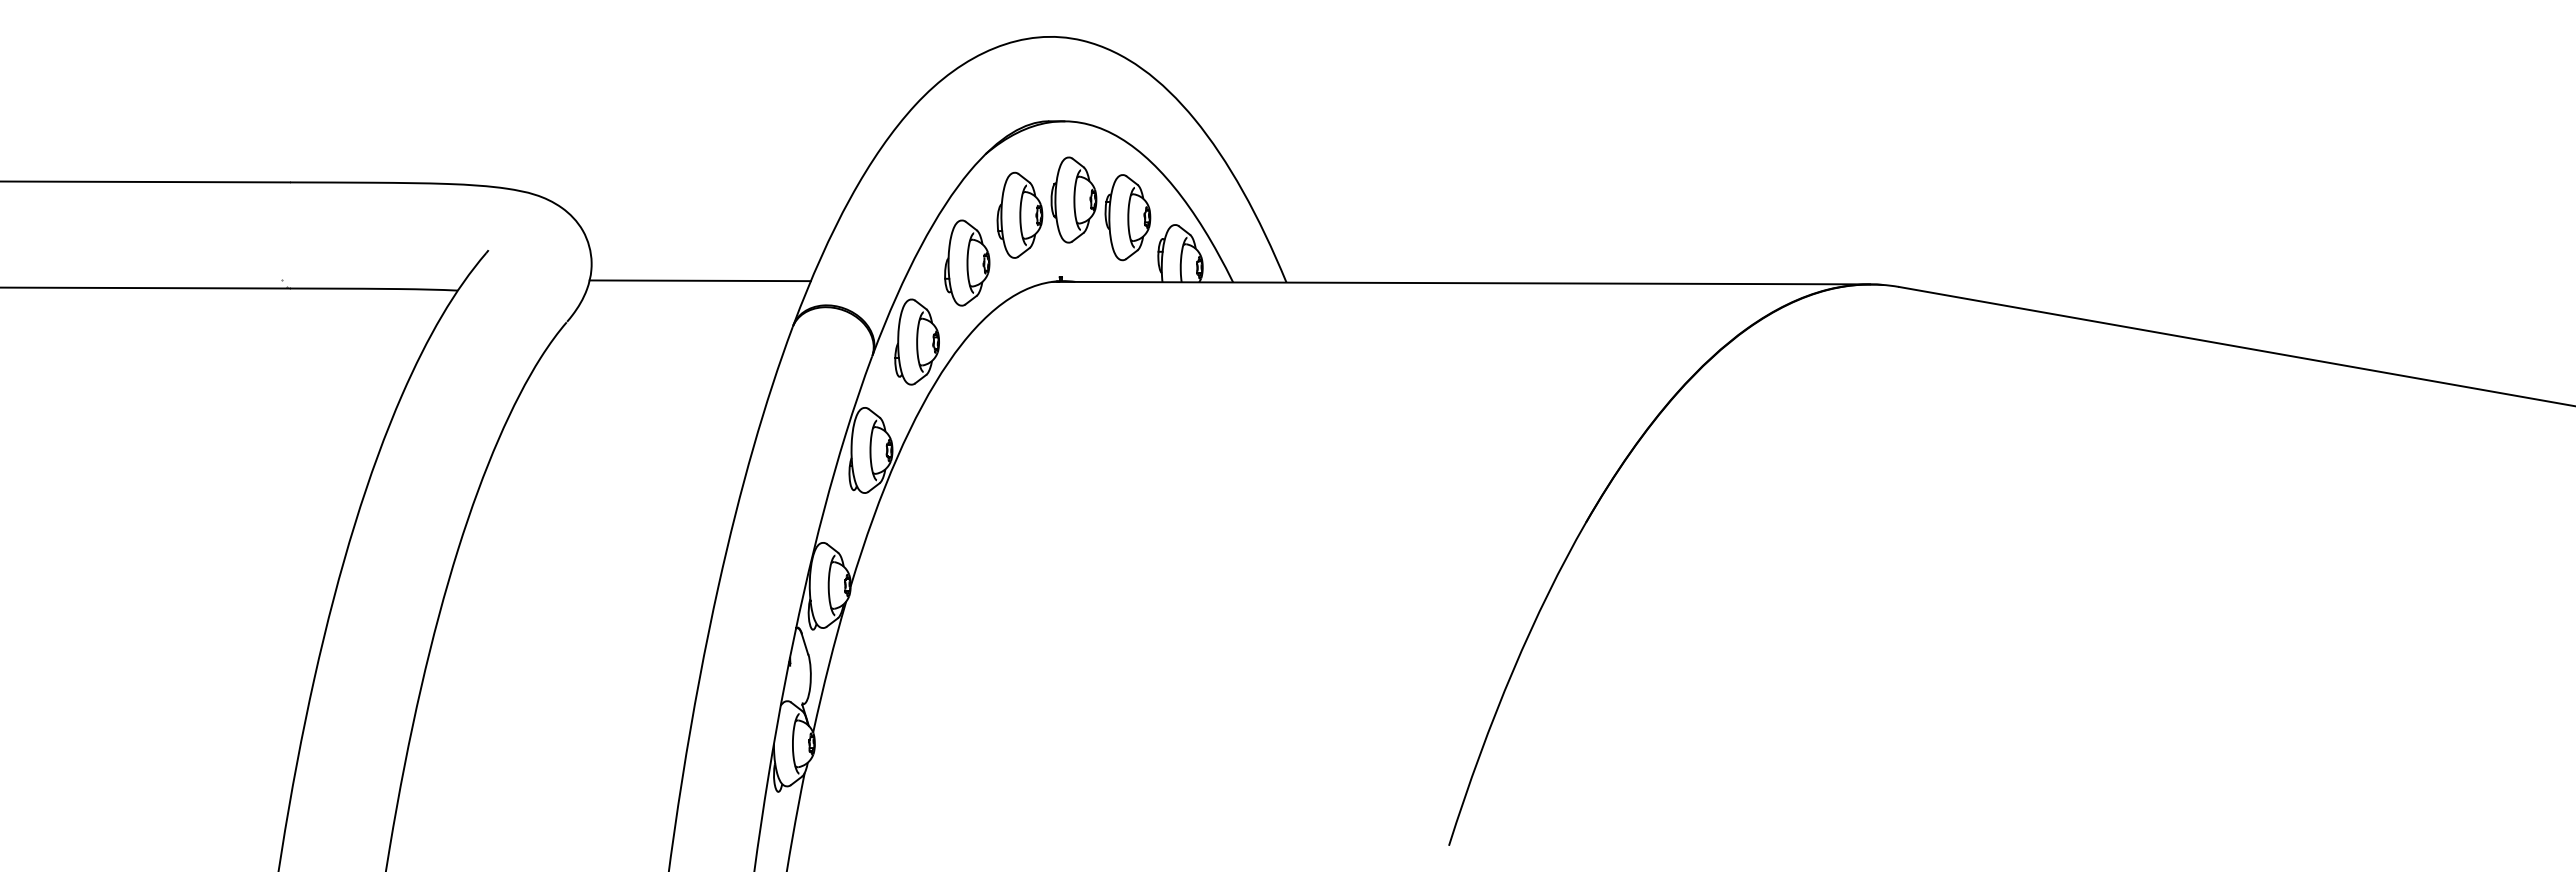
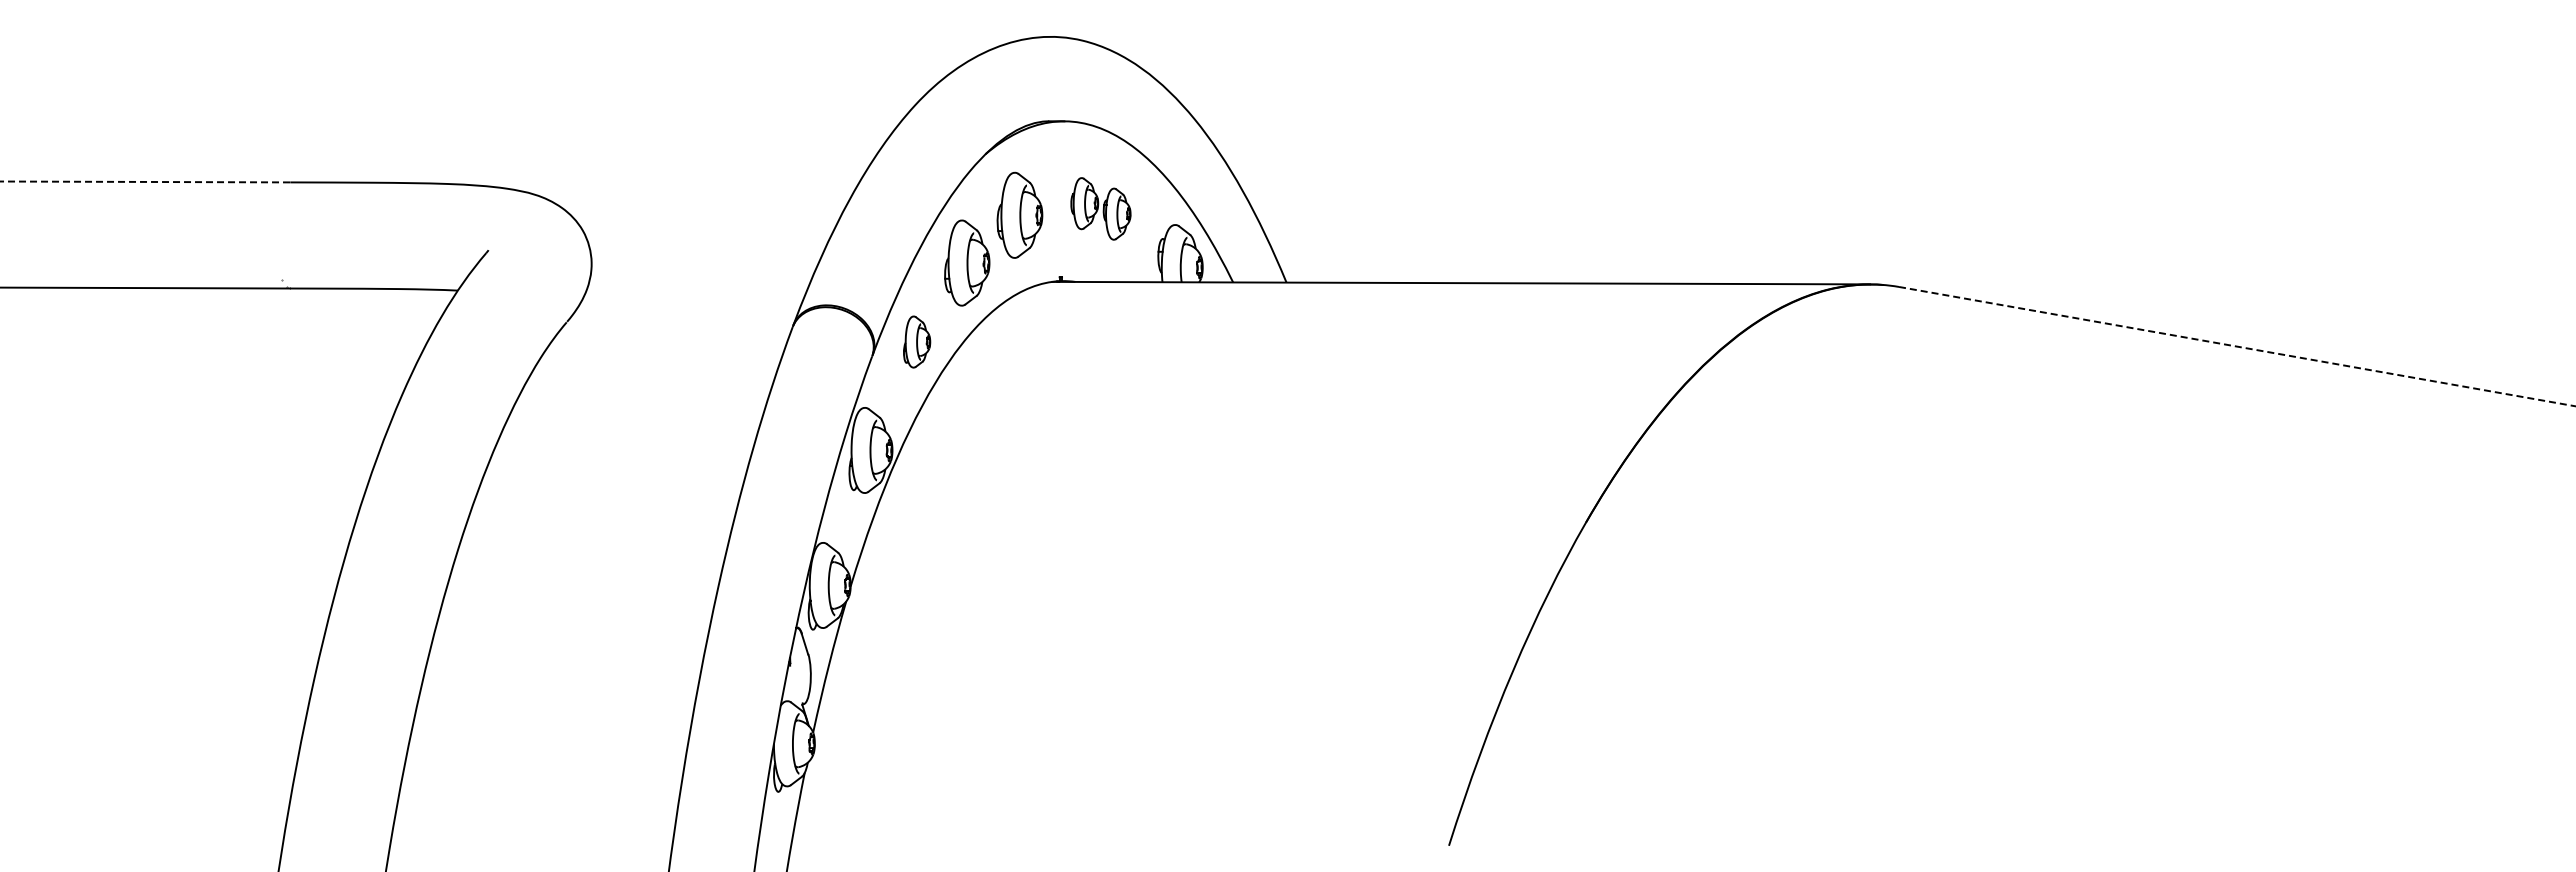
line at (145, 181): solid -> dashed
part at (1100, 208) size: 102x106 px -> 62x64 px
line at (699, 280): present -> none
part at (916, 341) size: 46x88 px -> 29x54 px
line at (2237, 346): solid -> dashed
